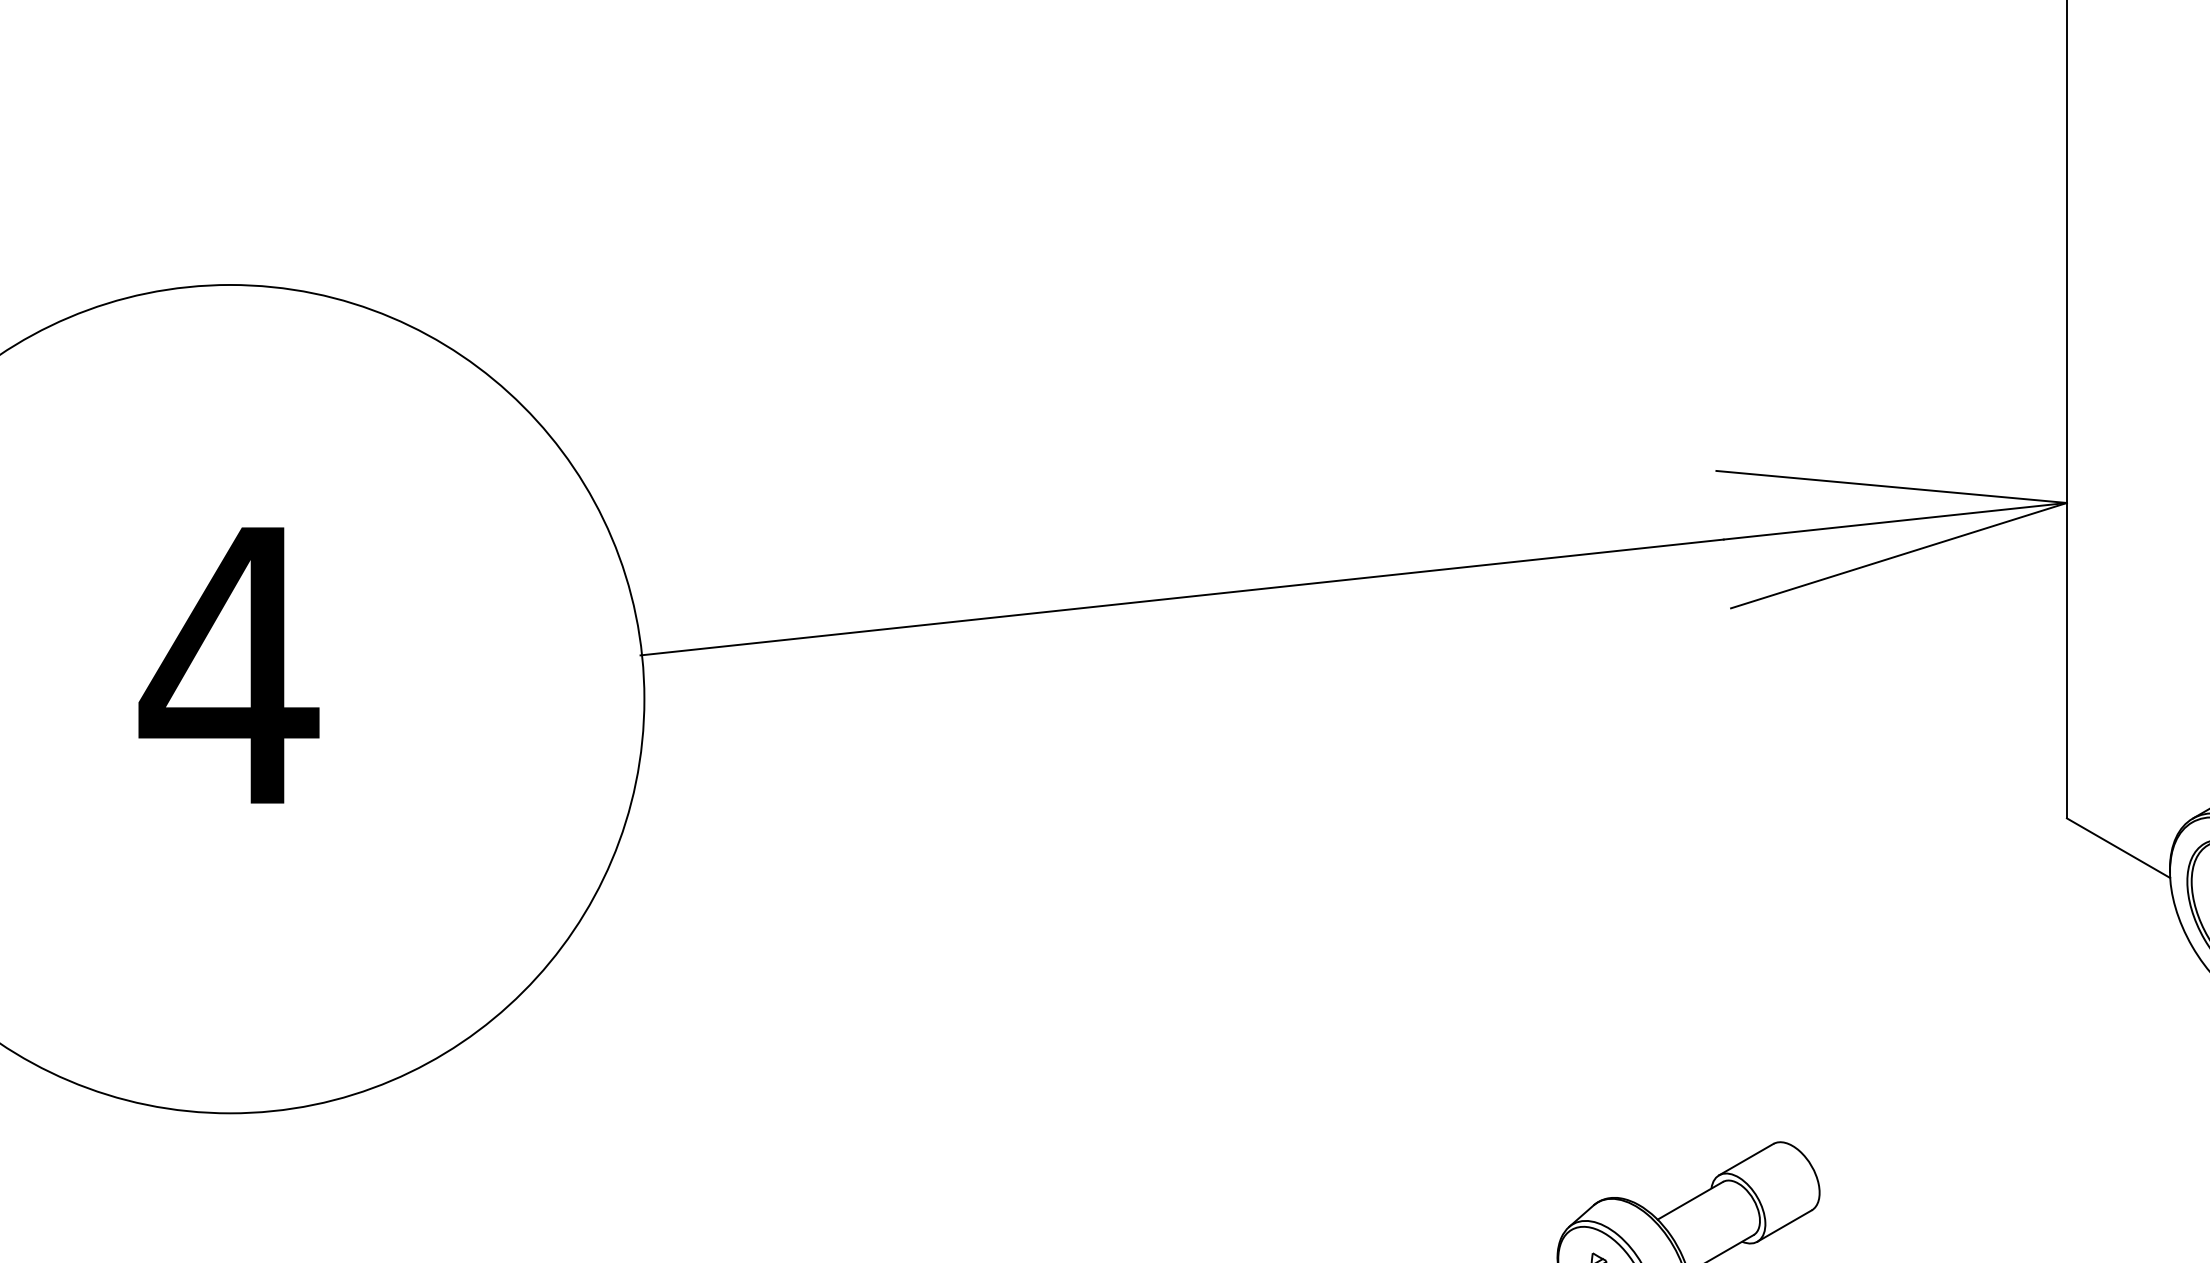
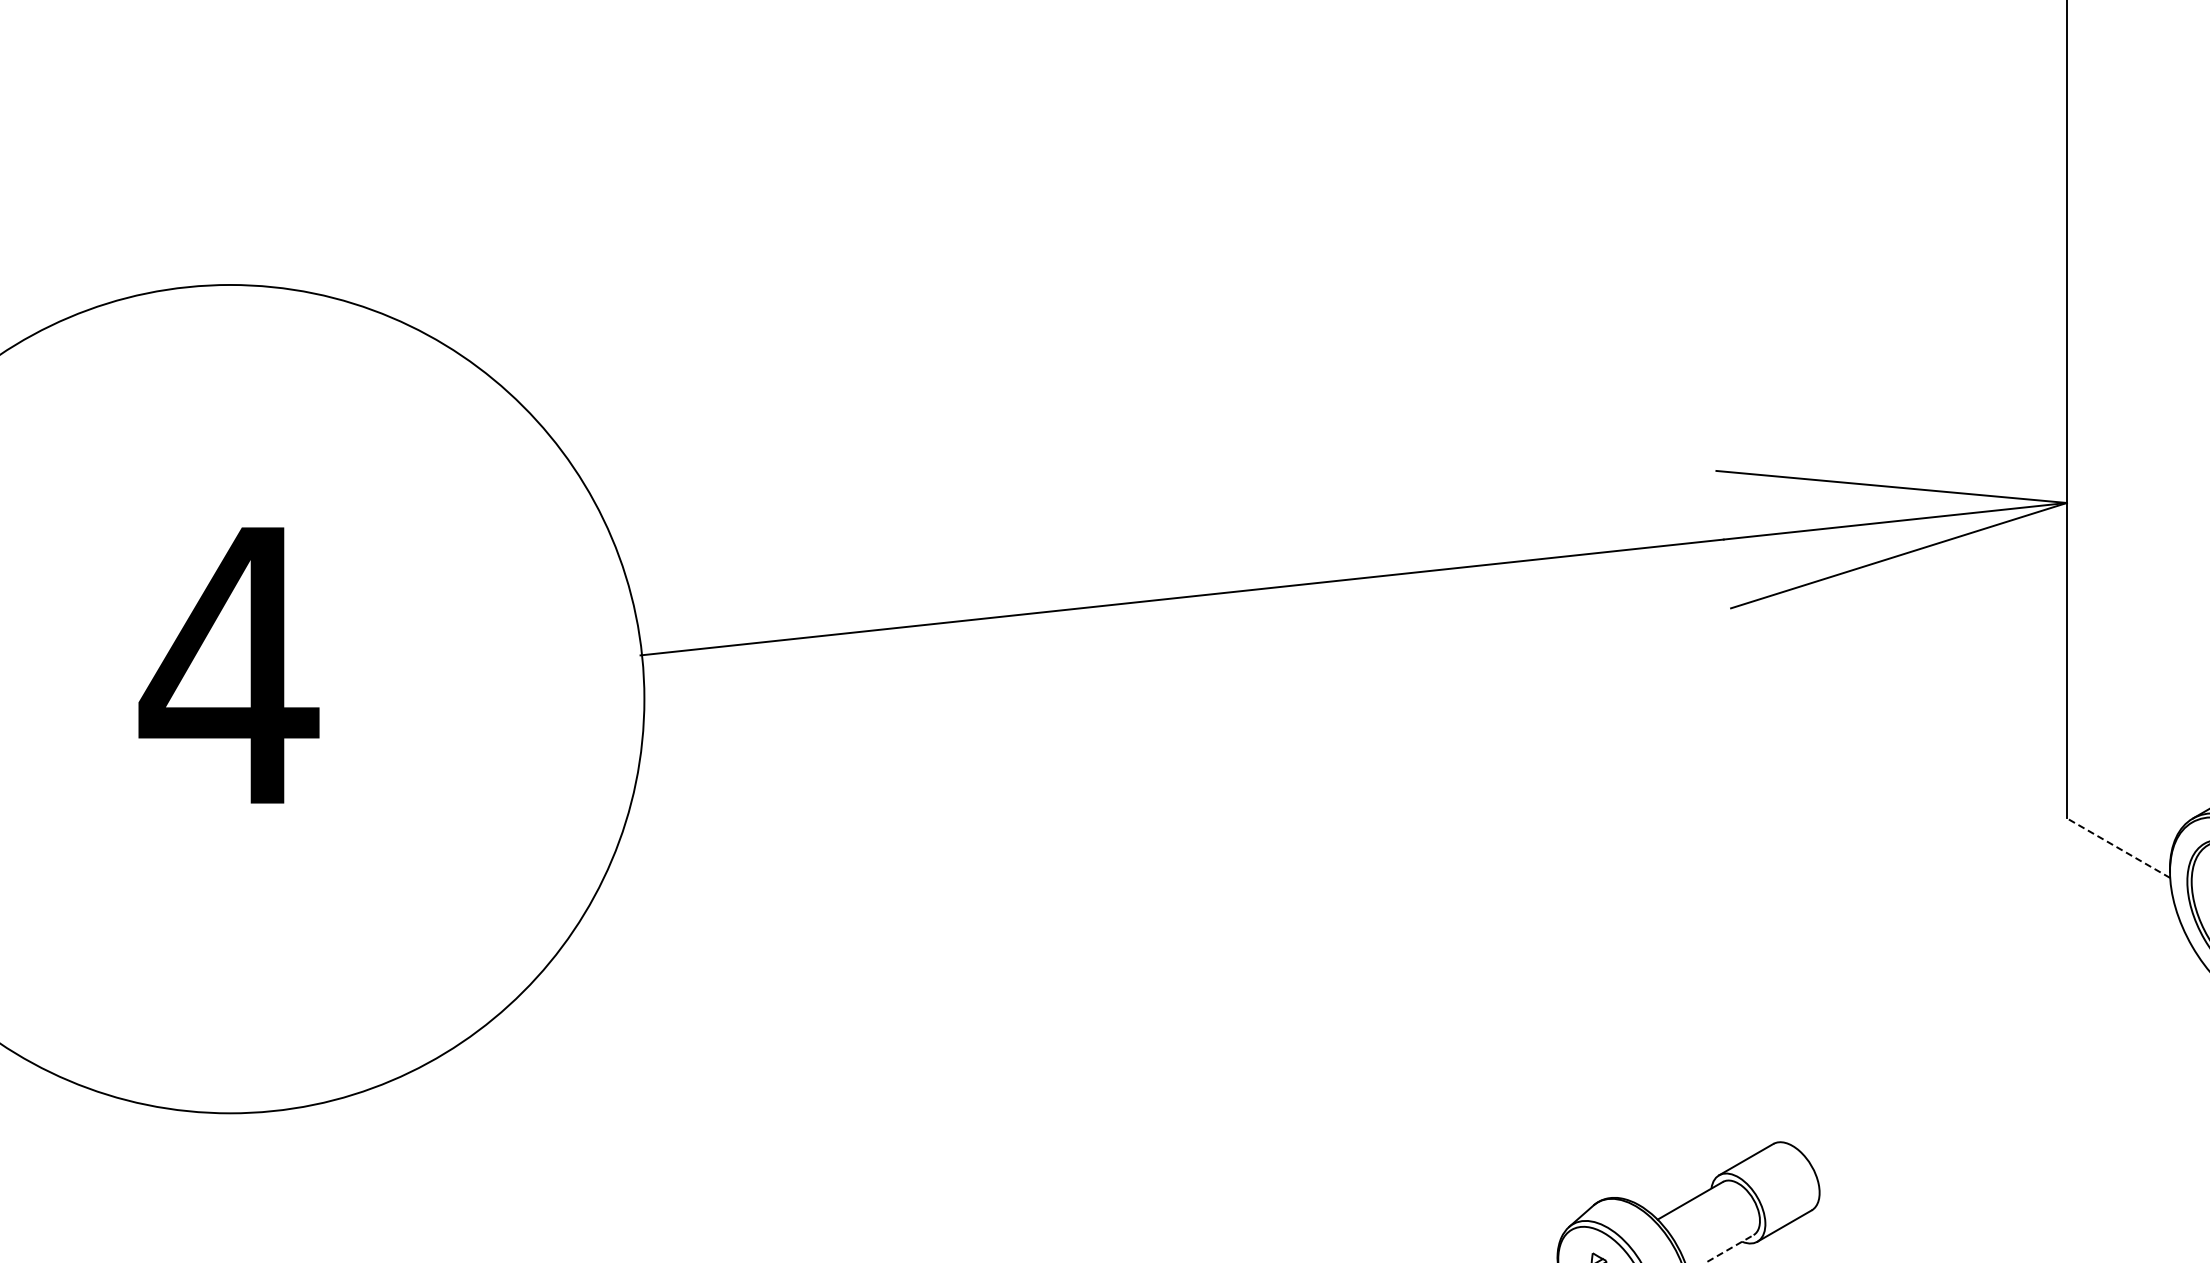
line at (2118, 848): solid -> dashed
line at (1729, 1248): solid -> dashed
